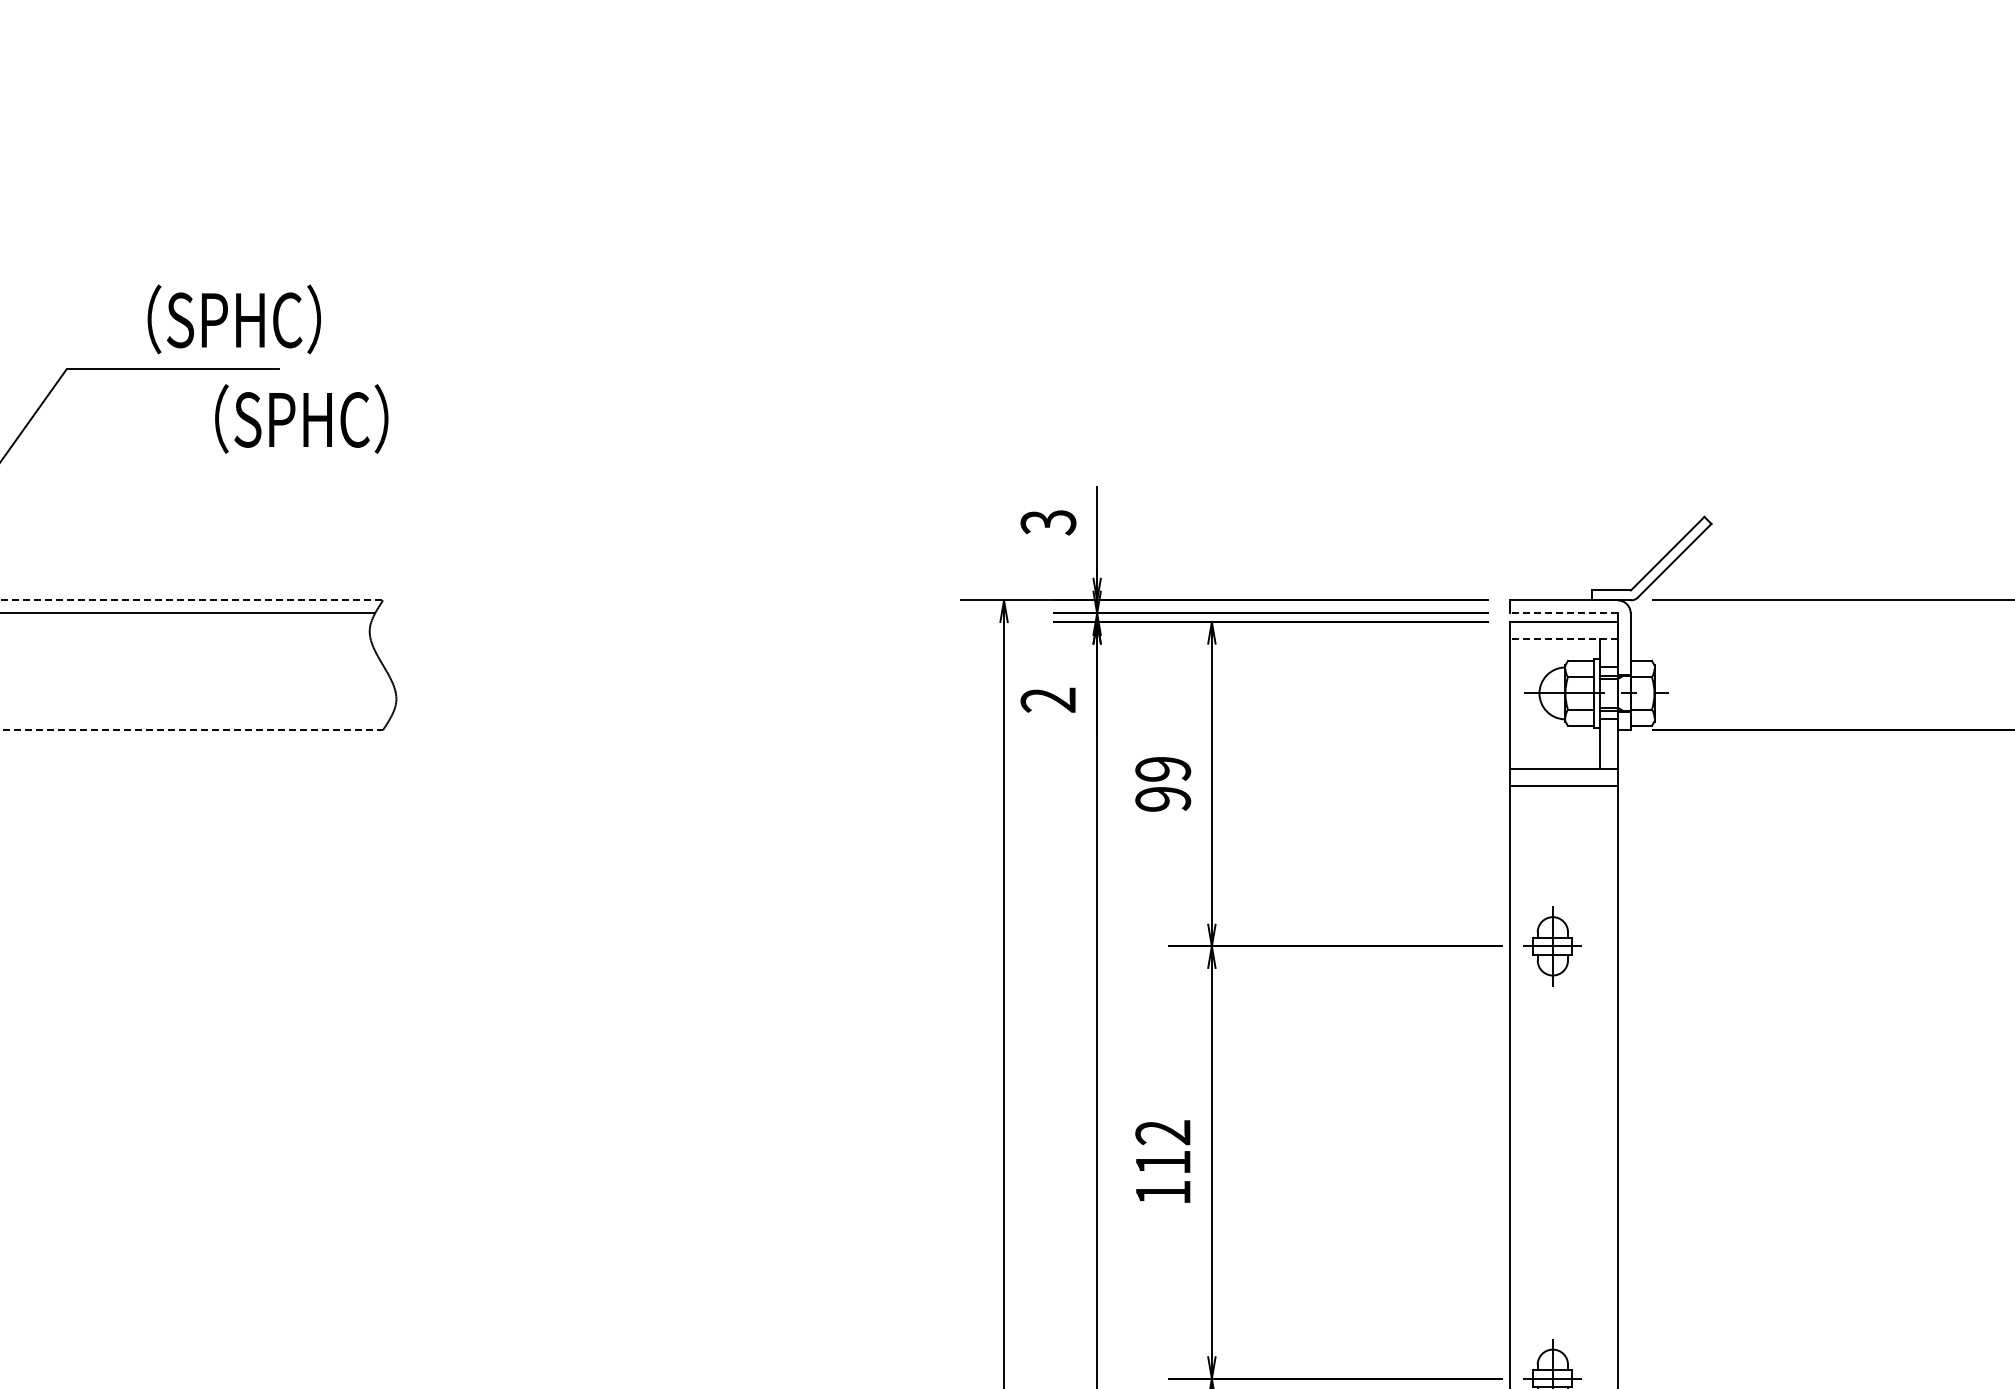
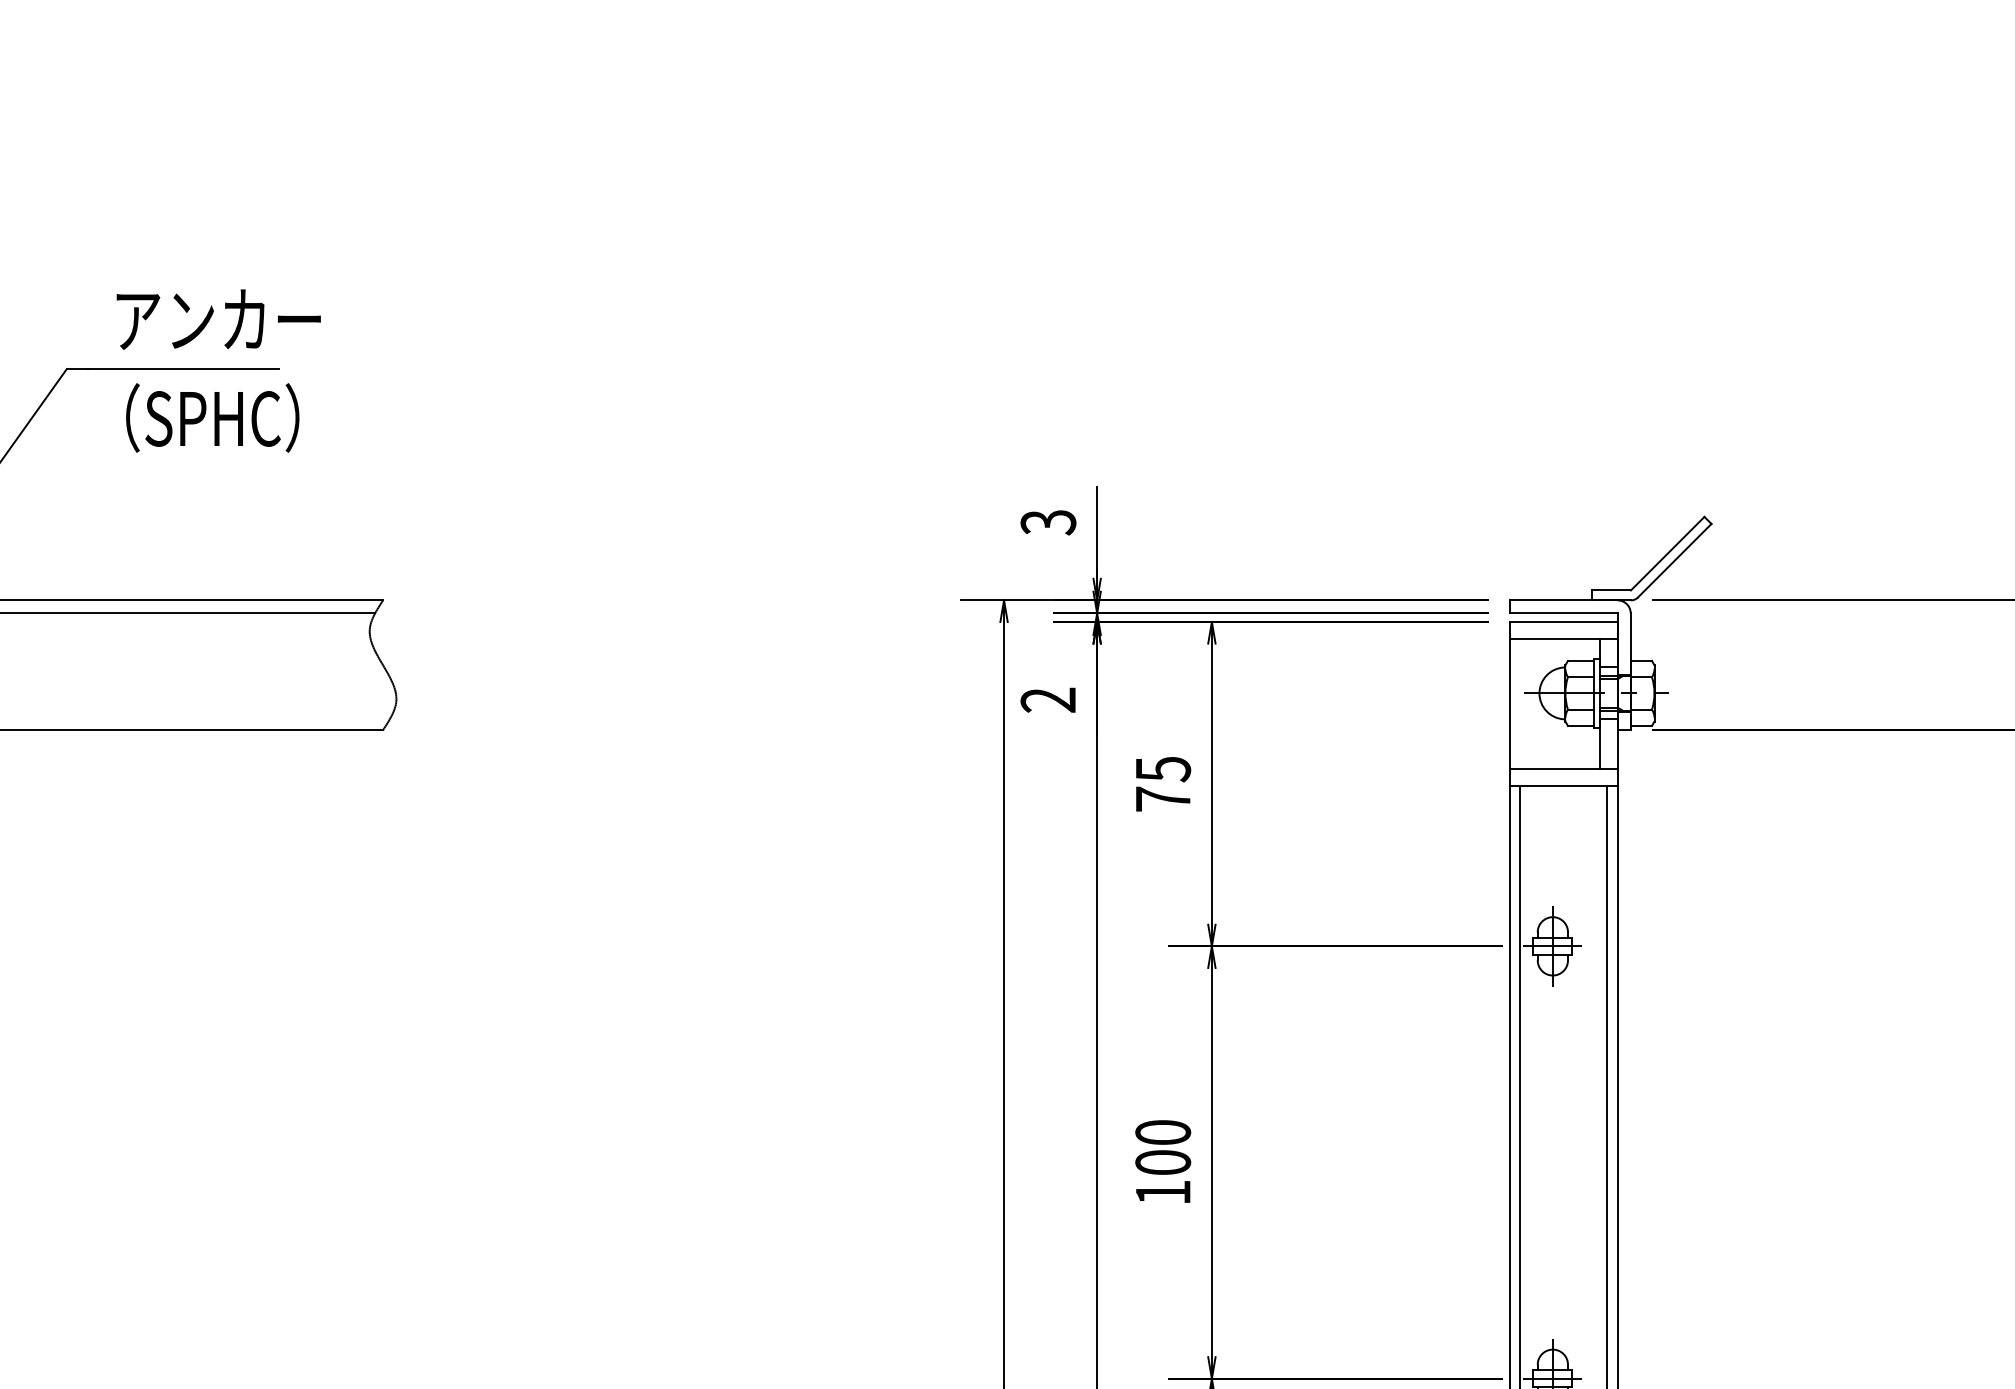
text at (218, 319): （SPHC） -> アンカー
text at (301, 418) position: (301, 418) -> (212, 417)
line at (192, 600): dashed -> solid
line at (1563, 613): dashed -> solid
line at (1563, 639): dashed -> solid
line at (192, 730): dashed -> solid
text at (1163, 784): 99 -> 75
line at (1520, 1085): none -> present
line at (1606, 1085): none -> present
text at (1163, 1147): 112 -> 100
